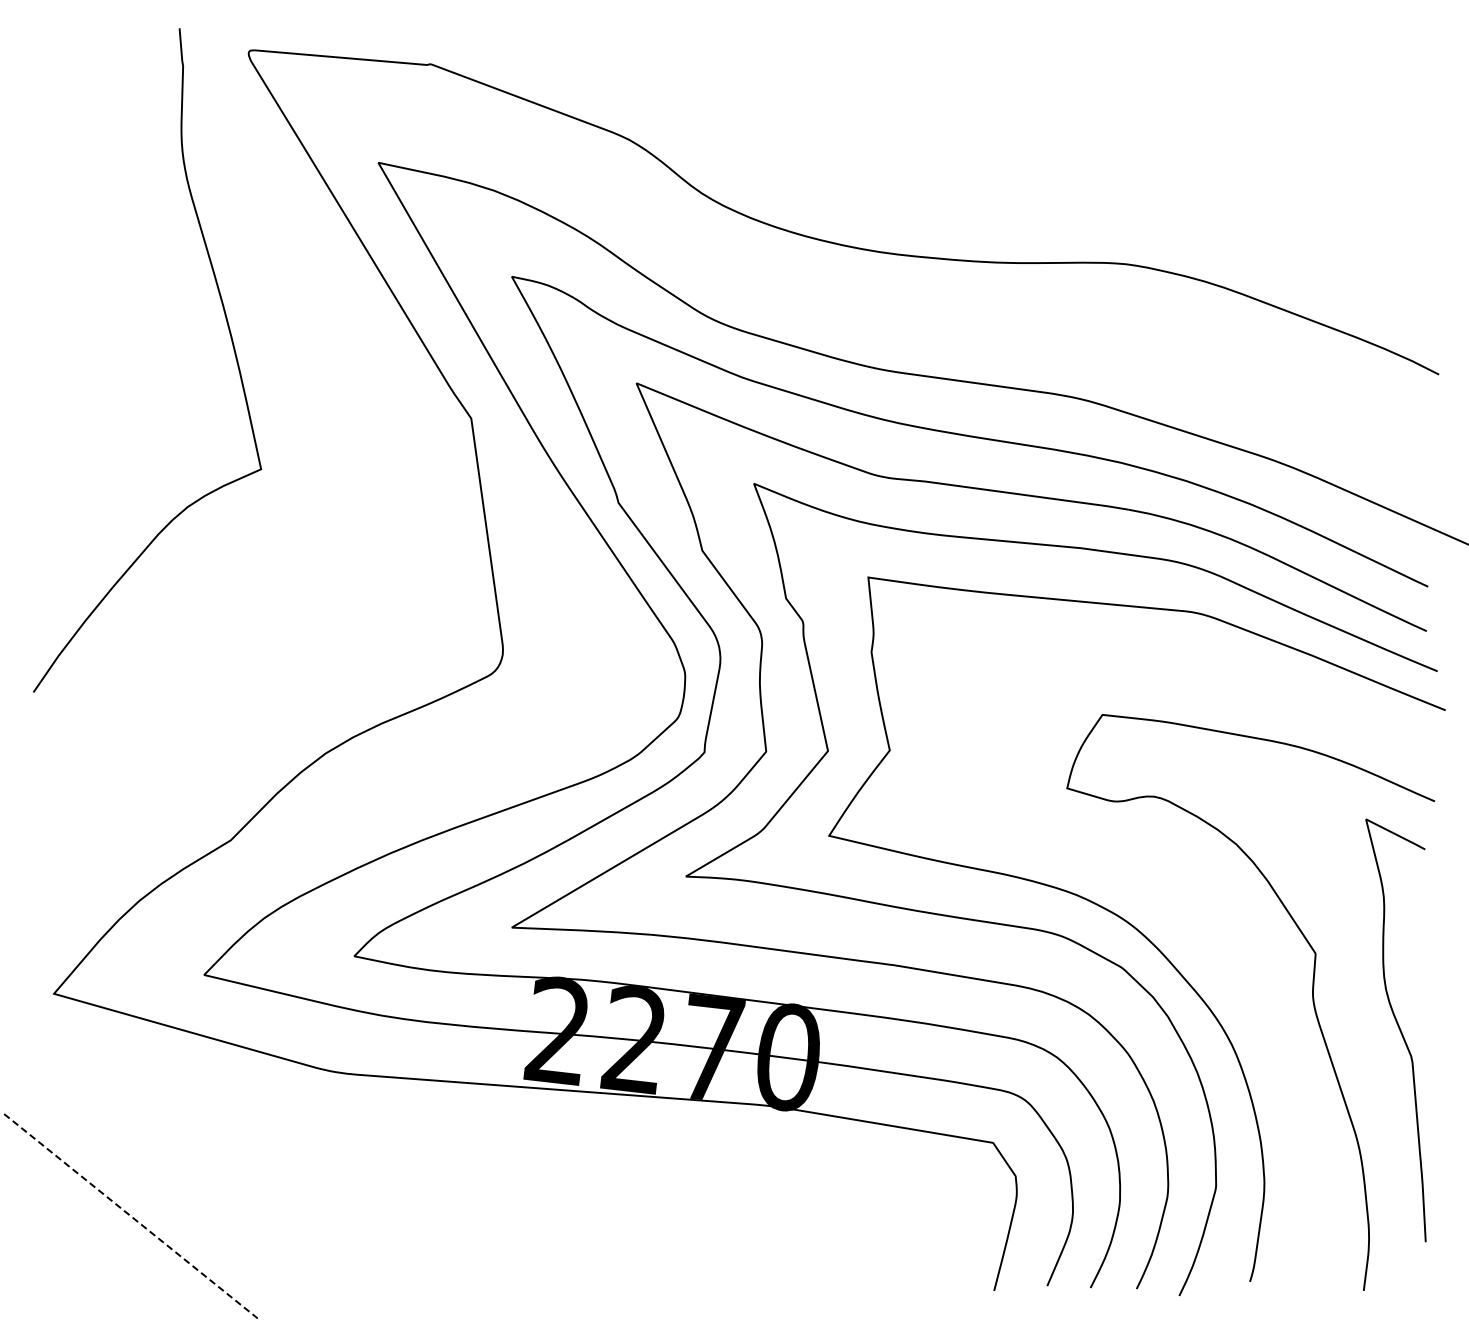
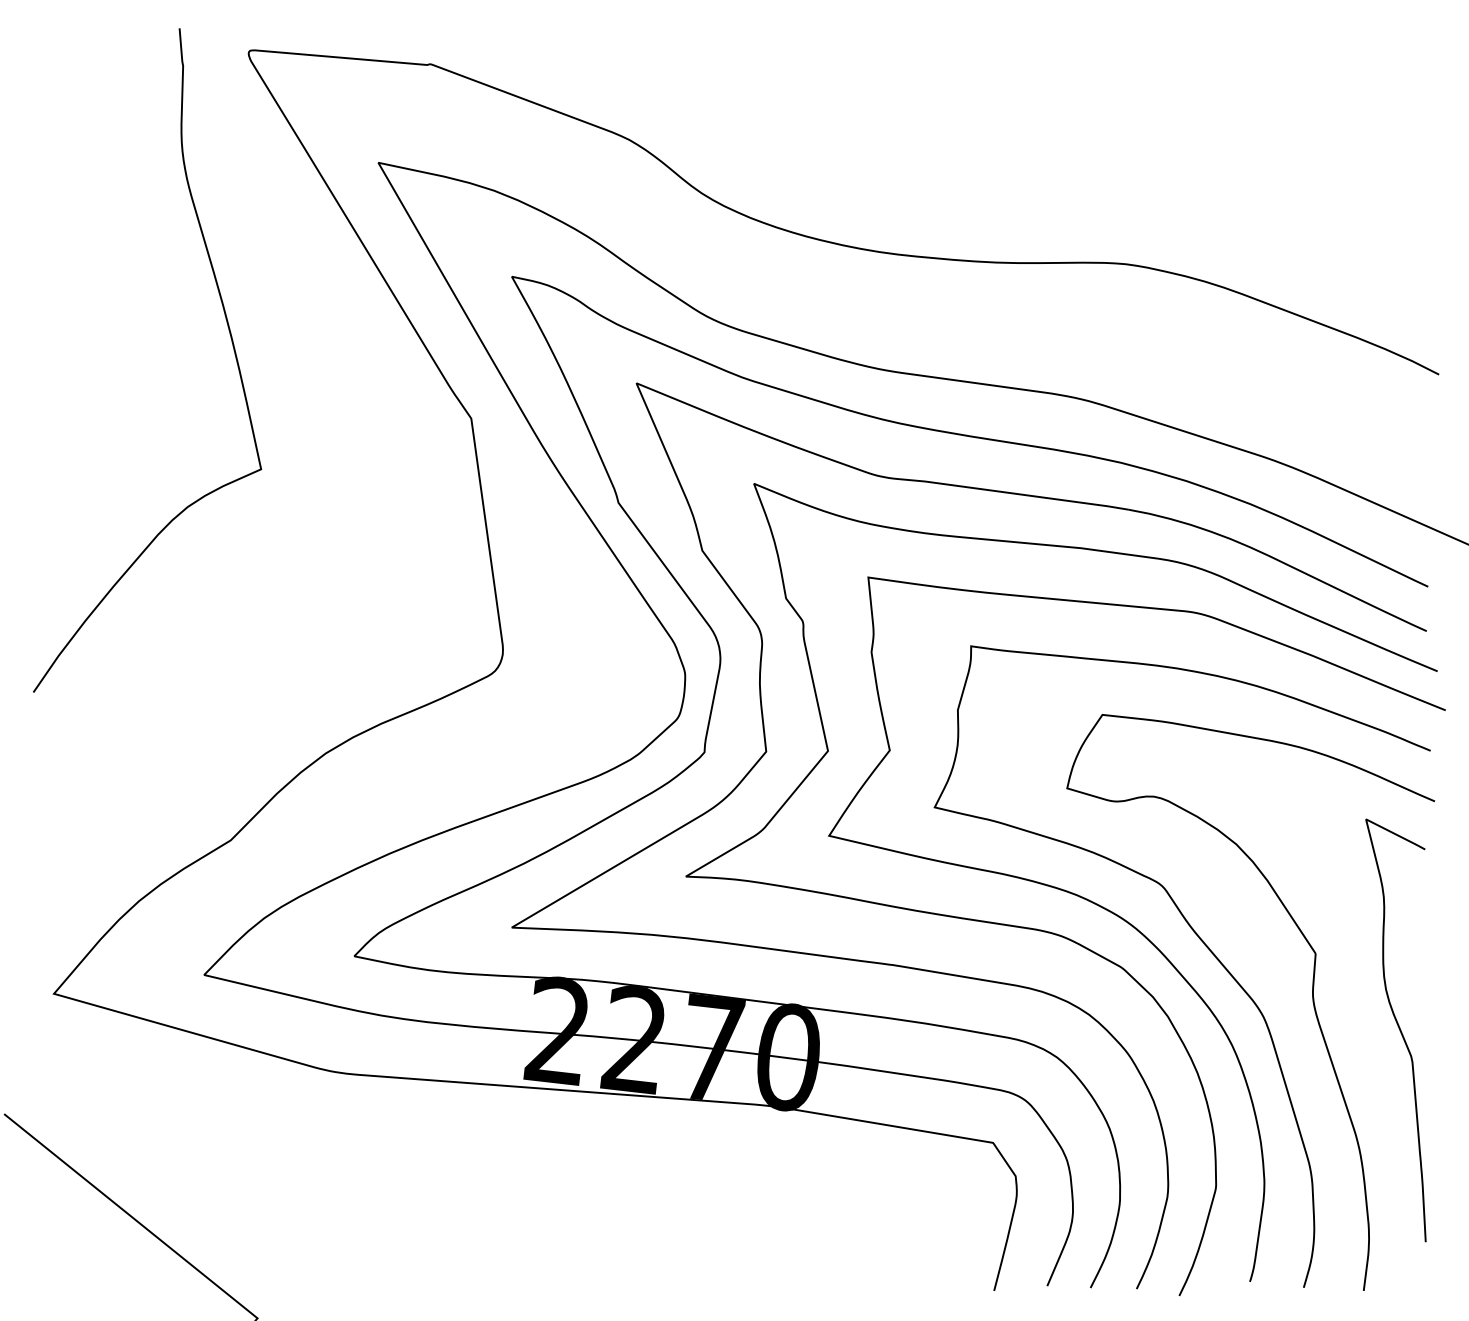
curve at (1204, 945): none -> present
line at (132, 1217): dashed -> solid
